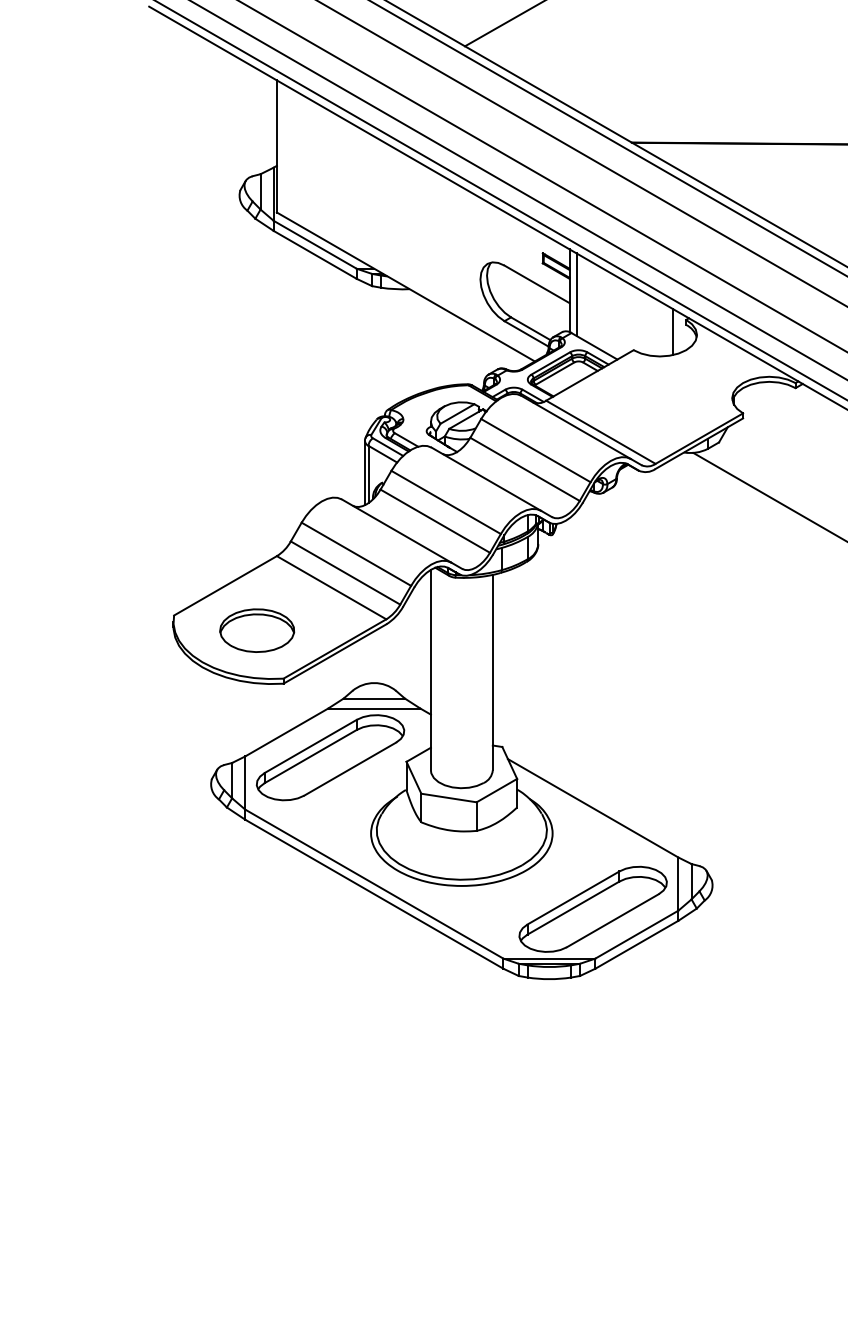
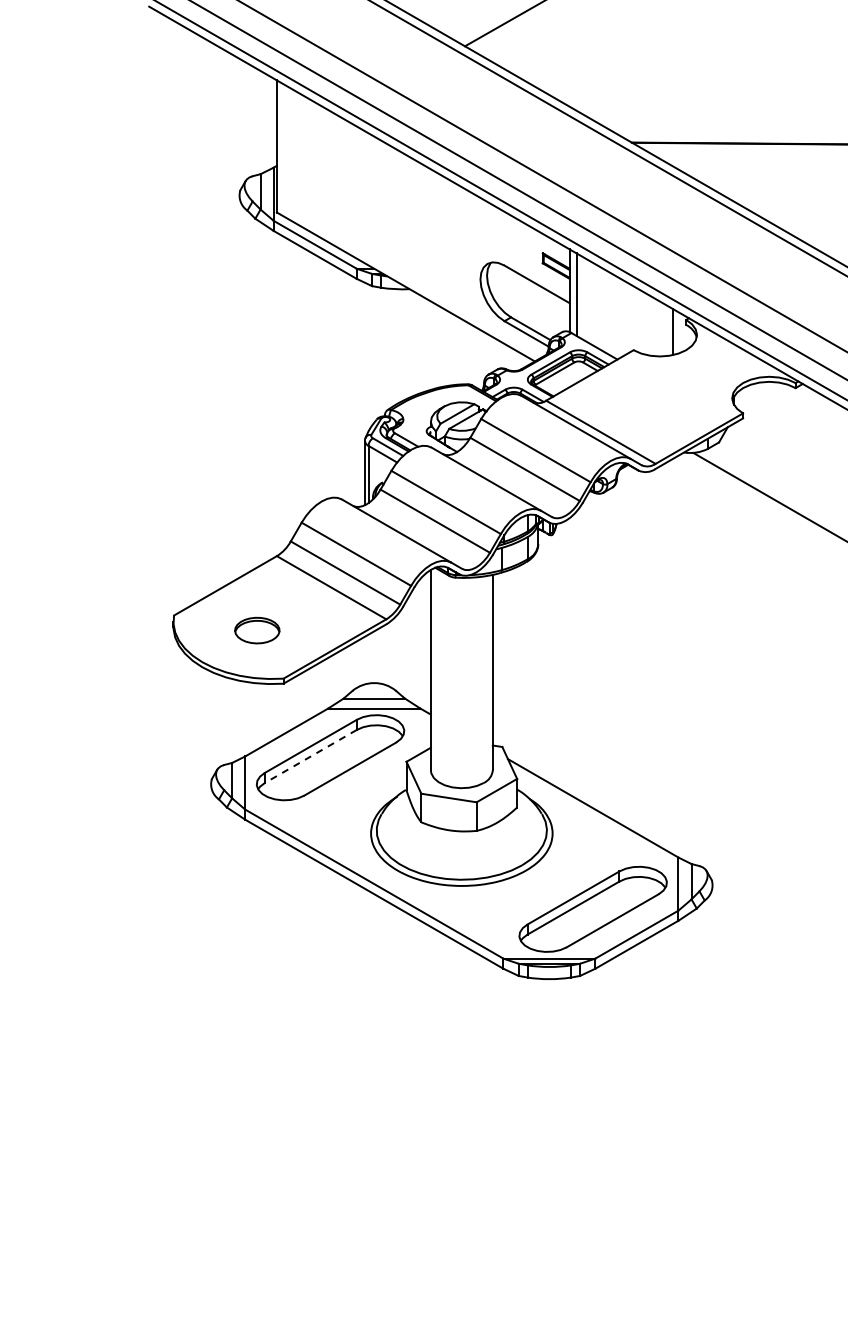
line at (581, 153): present -> none
part at (257, 630) size: 77x45 px -> 47x29 px
line at (310, 756): solid -> dashed
